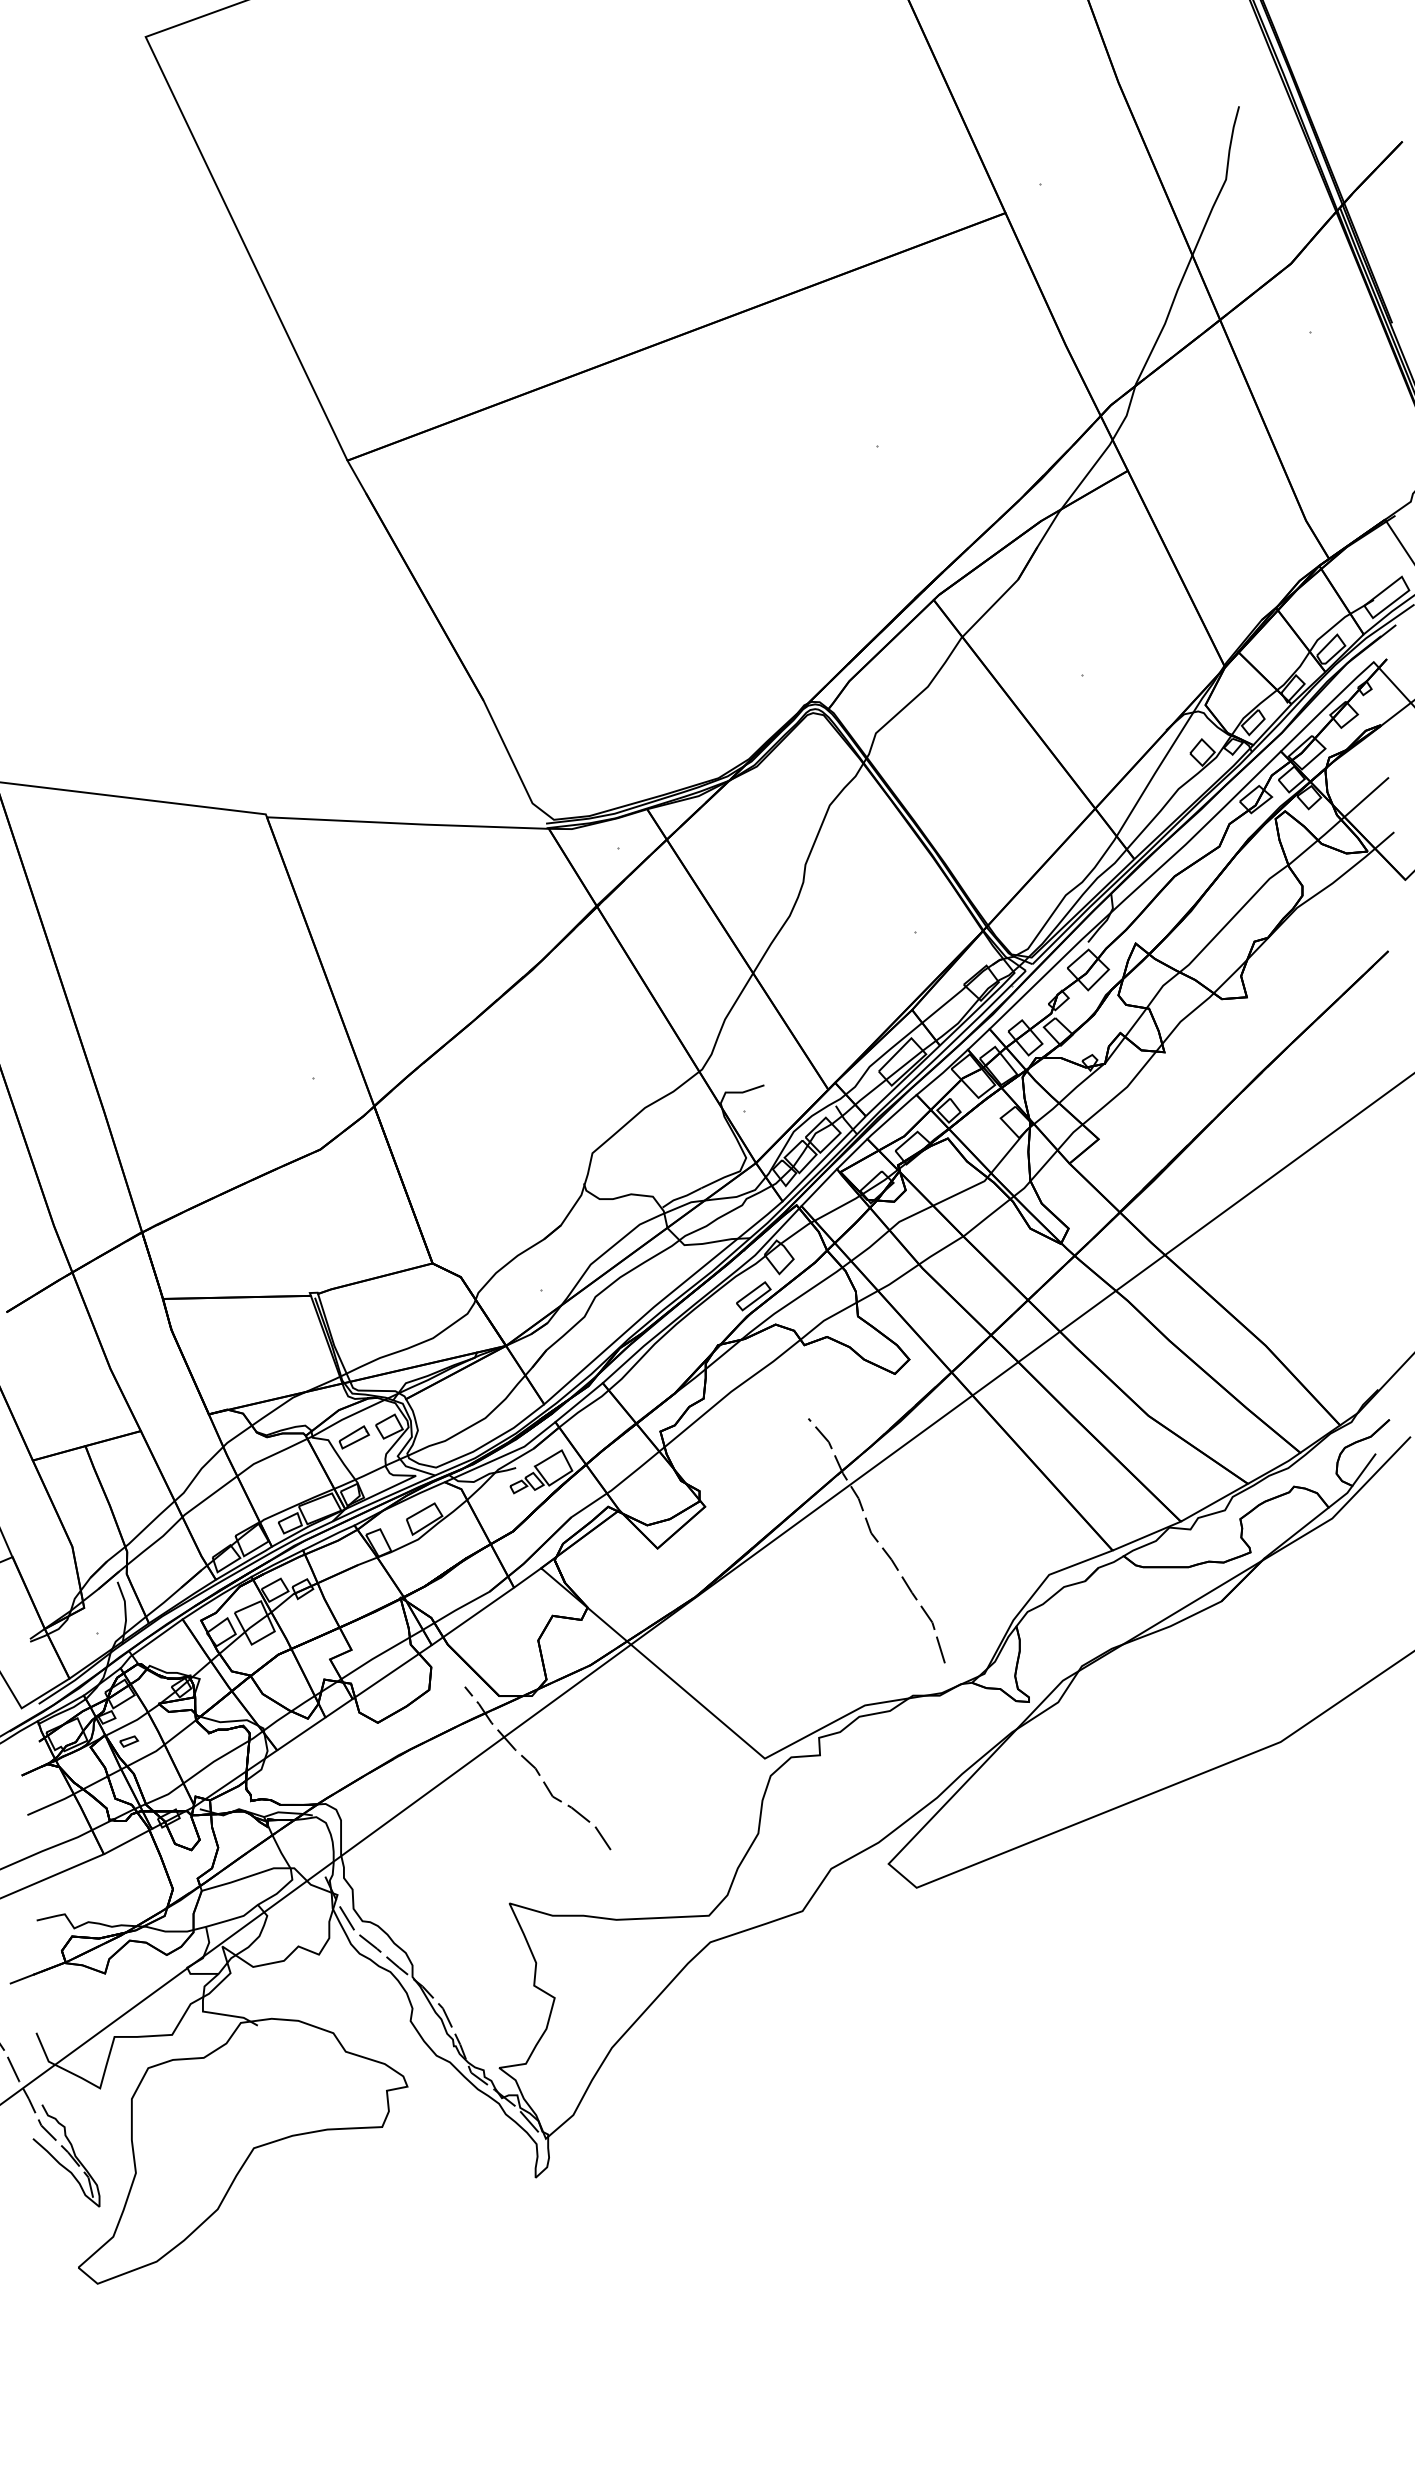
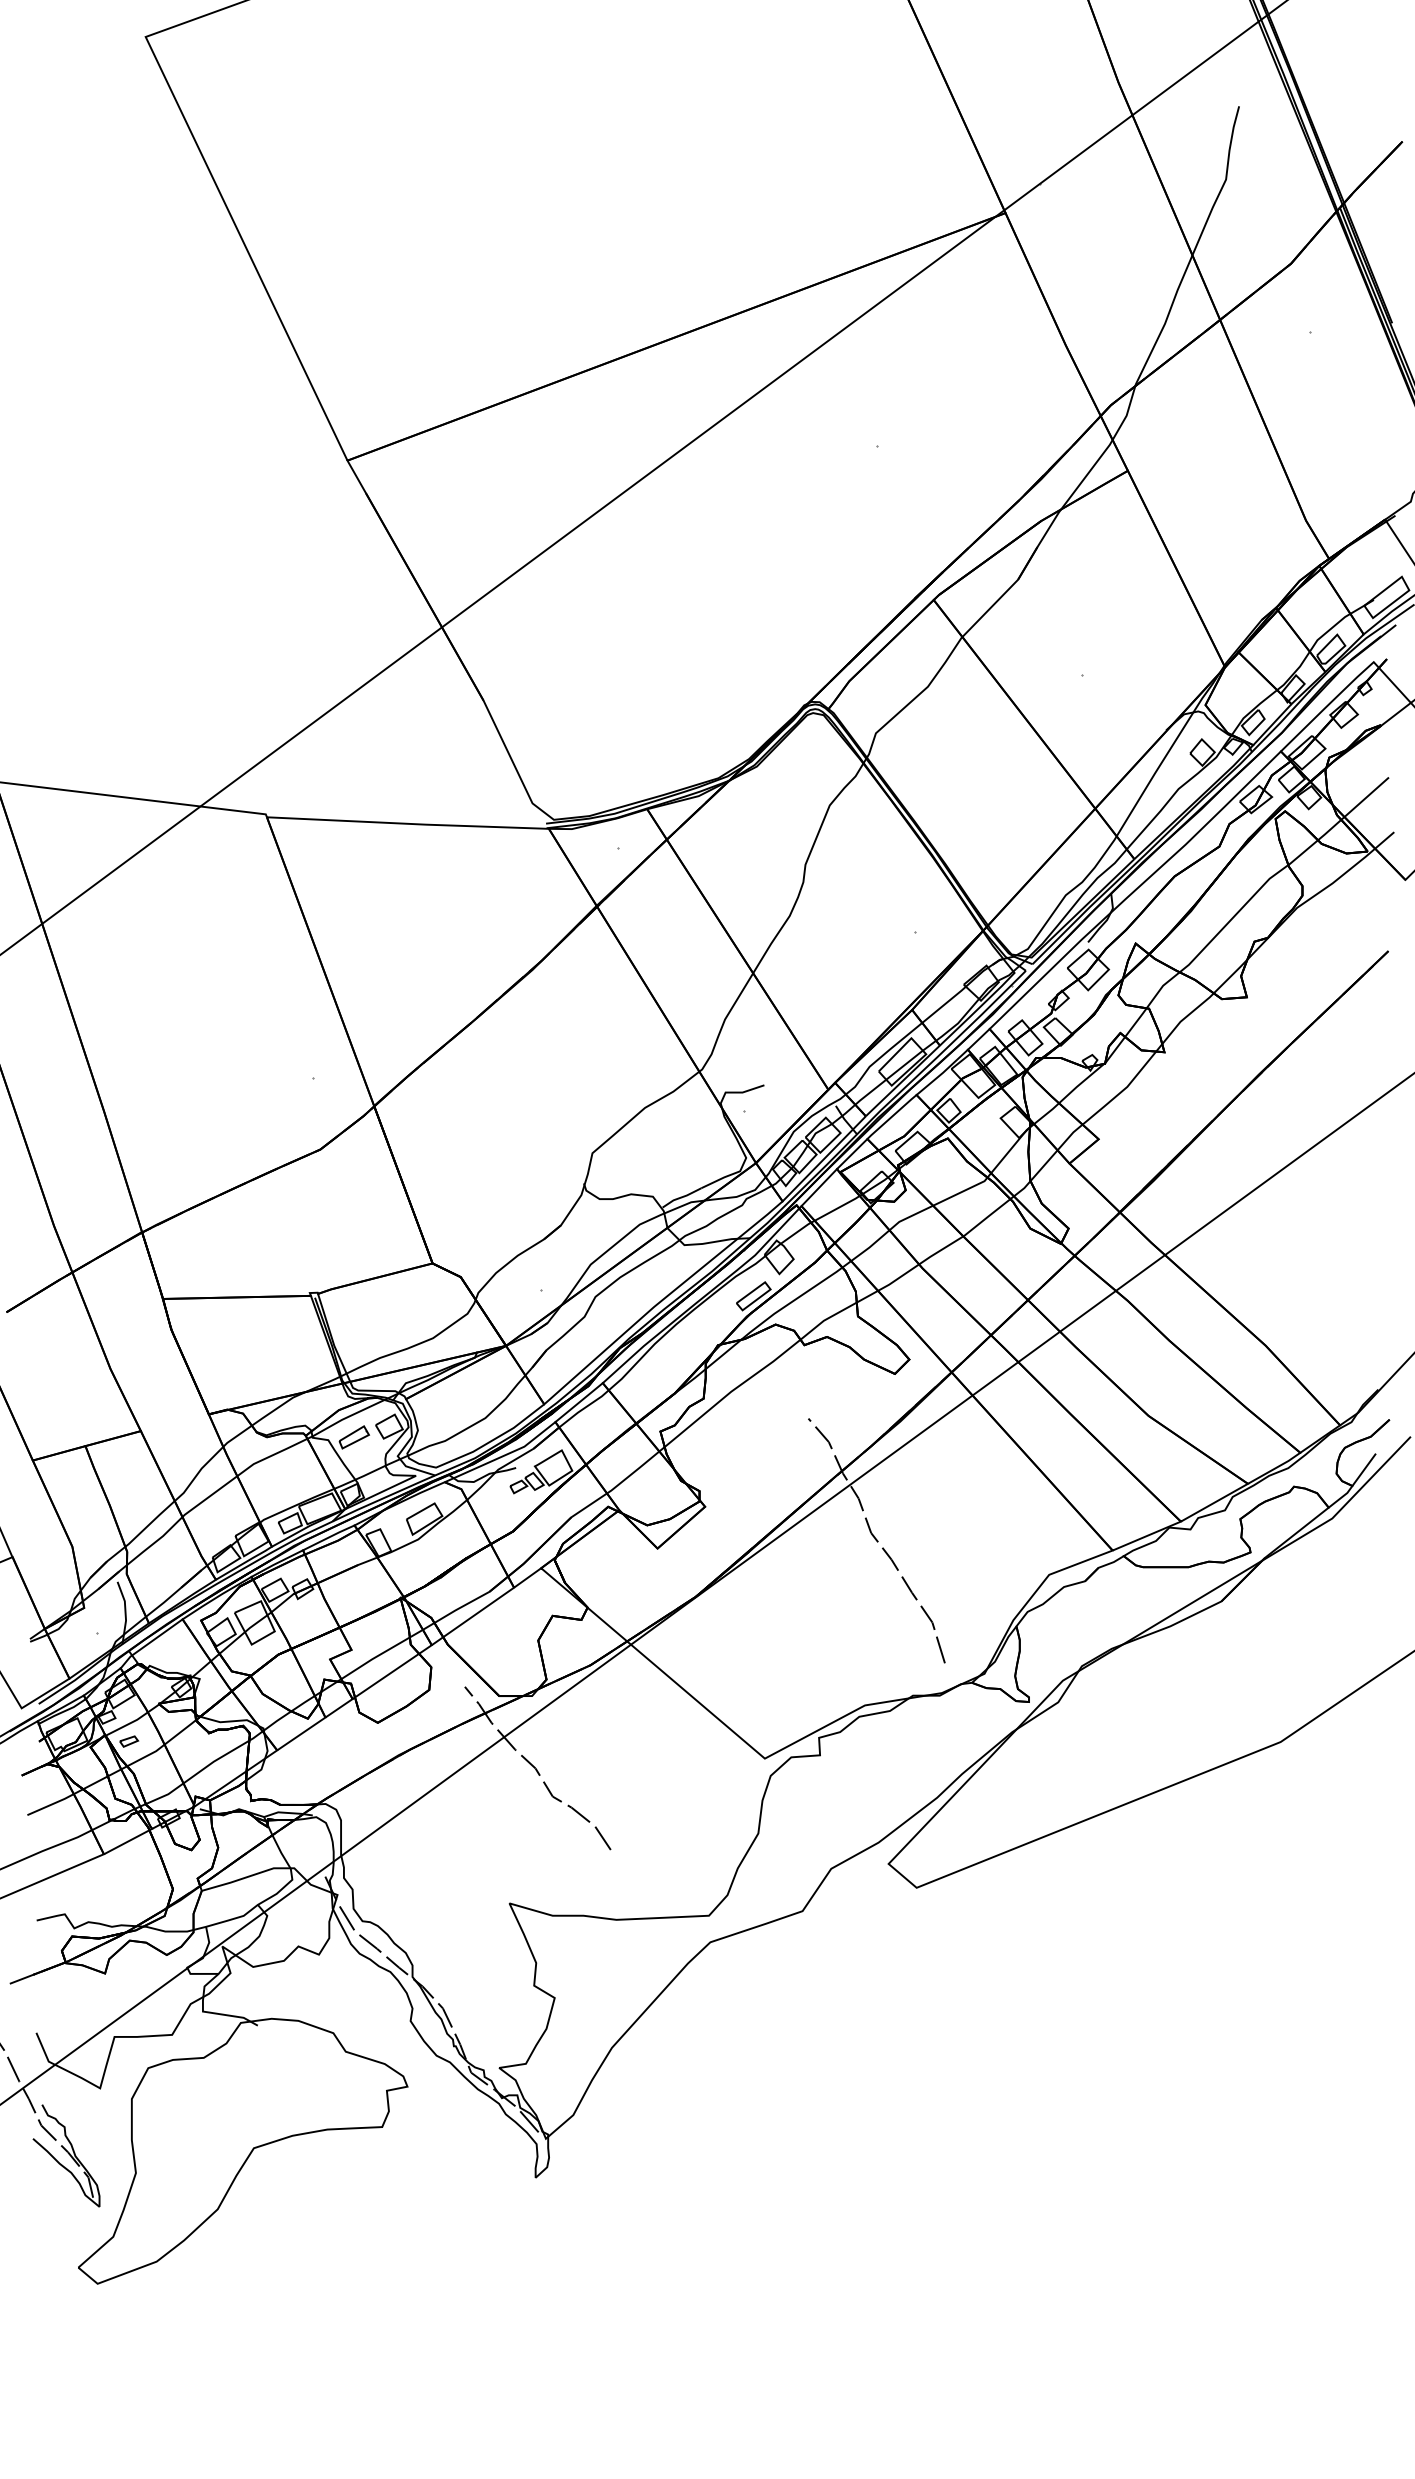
line at (643, 477): none -> present
